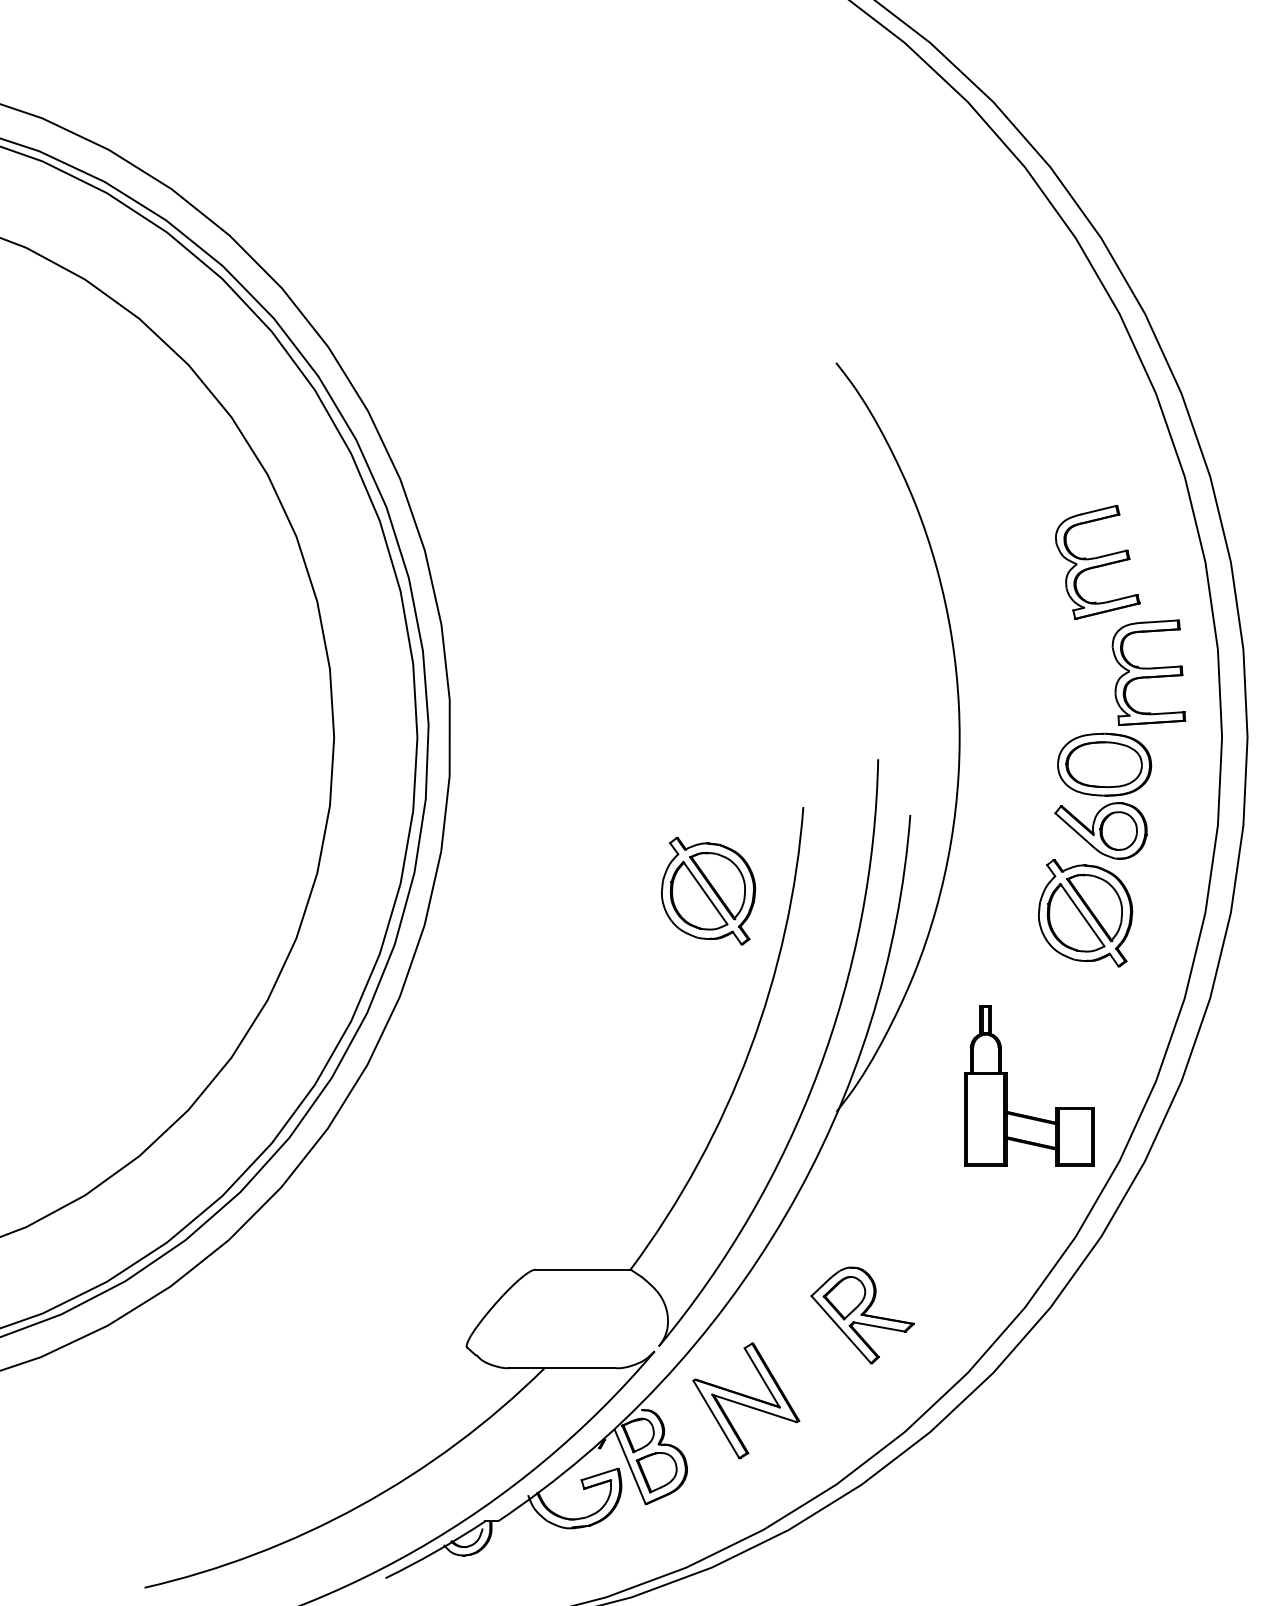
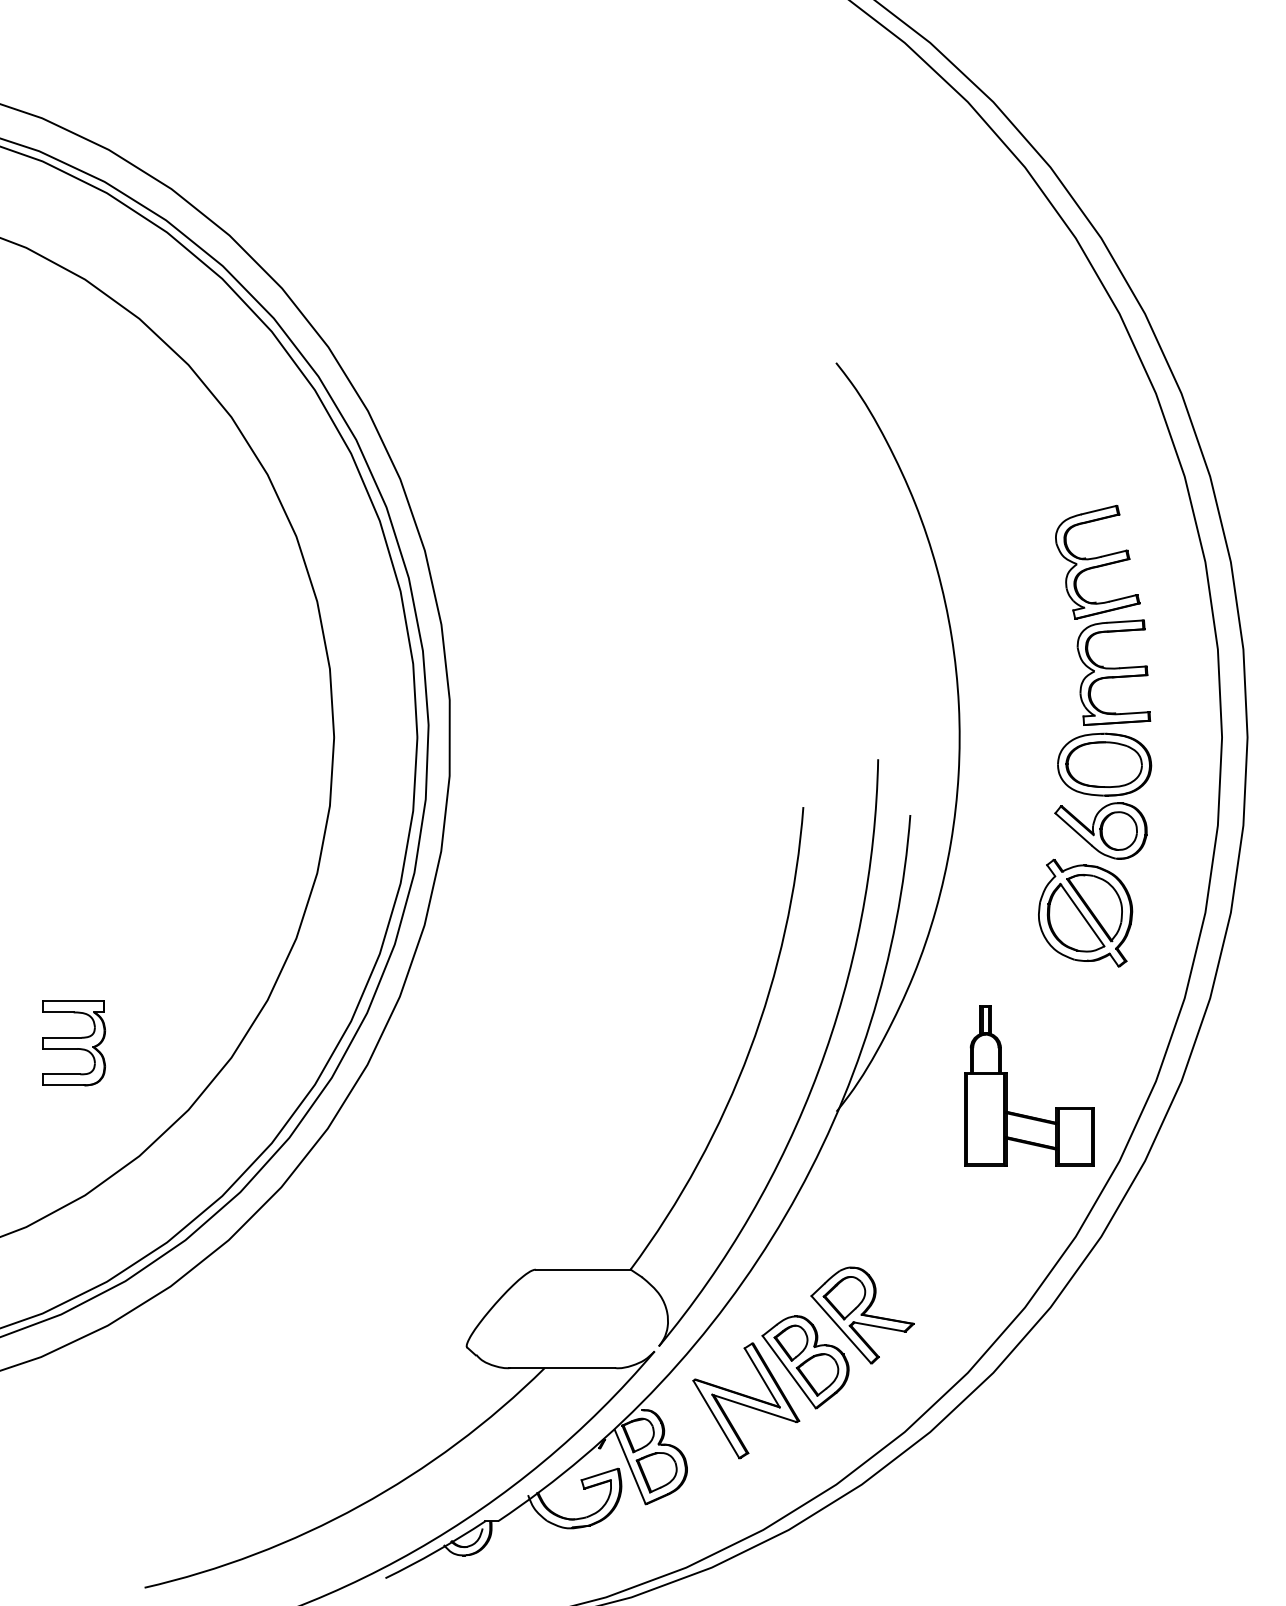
part at (1148, 672) position: (1148, 672) -> (1113, 672)
part at (708, 890): present -> none
part at (74, 1043): none -> present
part at (805, 1362): none -> present
